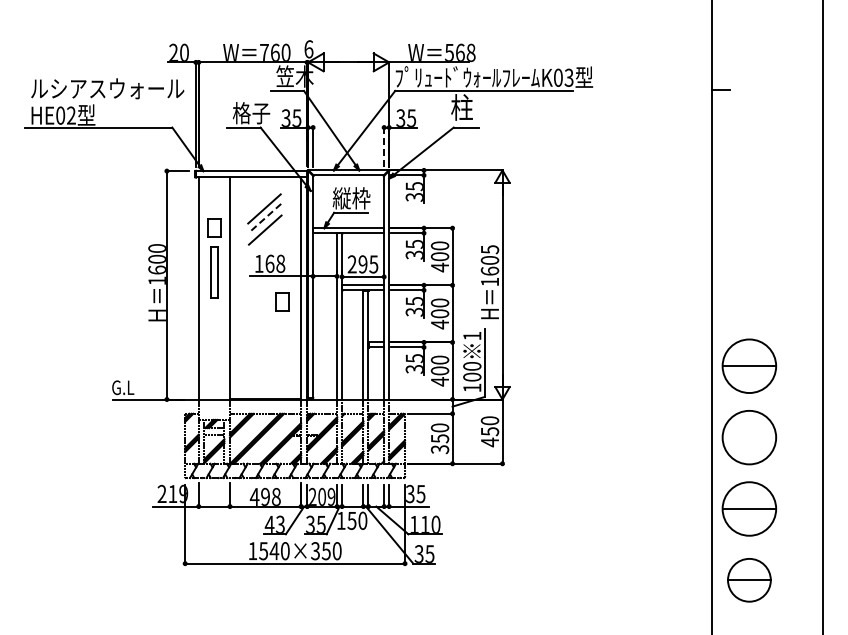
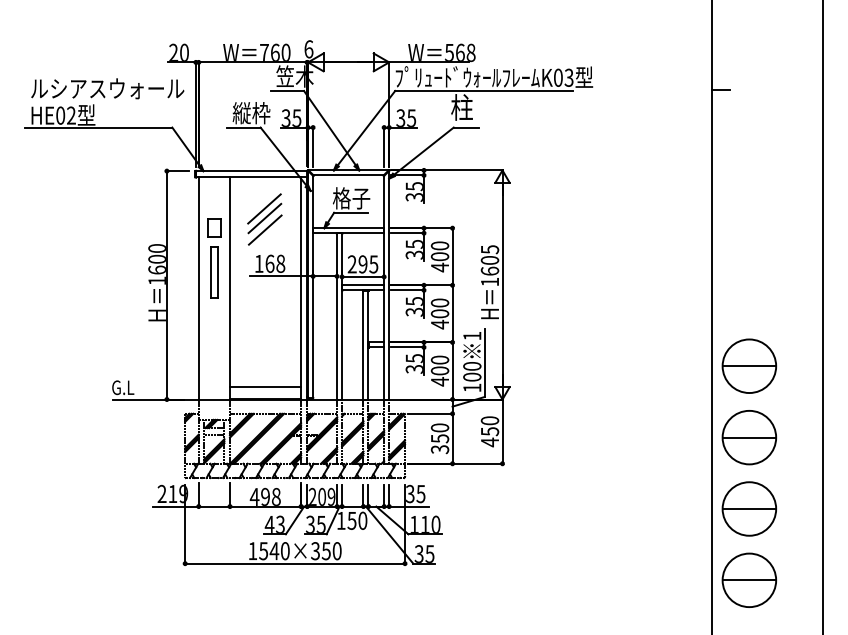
text at (251, 113): 格子 -> 縦枠
line at (384, 147): dashed -> solid
text at (351, 198): 縦枠 -> 格子
line at (264, 218): dashed -> solid
part at (282, 301): present -> none
line at (265, 387): none -> present
line at (749, 437): none -> present
part at (749, 580) size: 45x45 px -> 57x56 px
